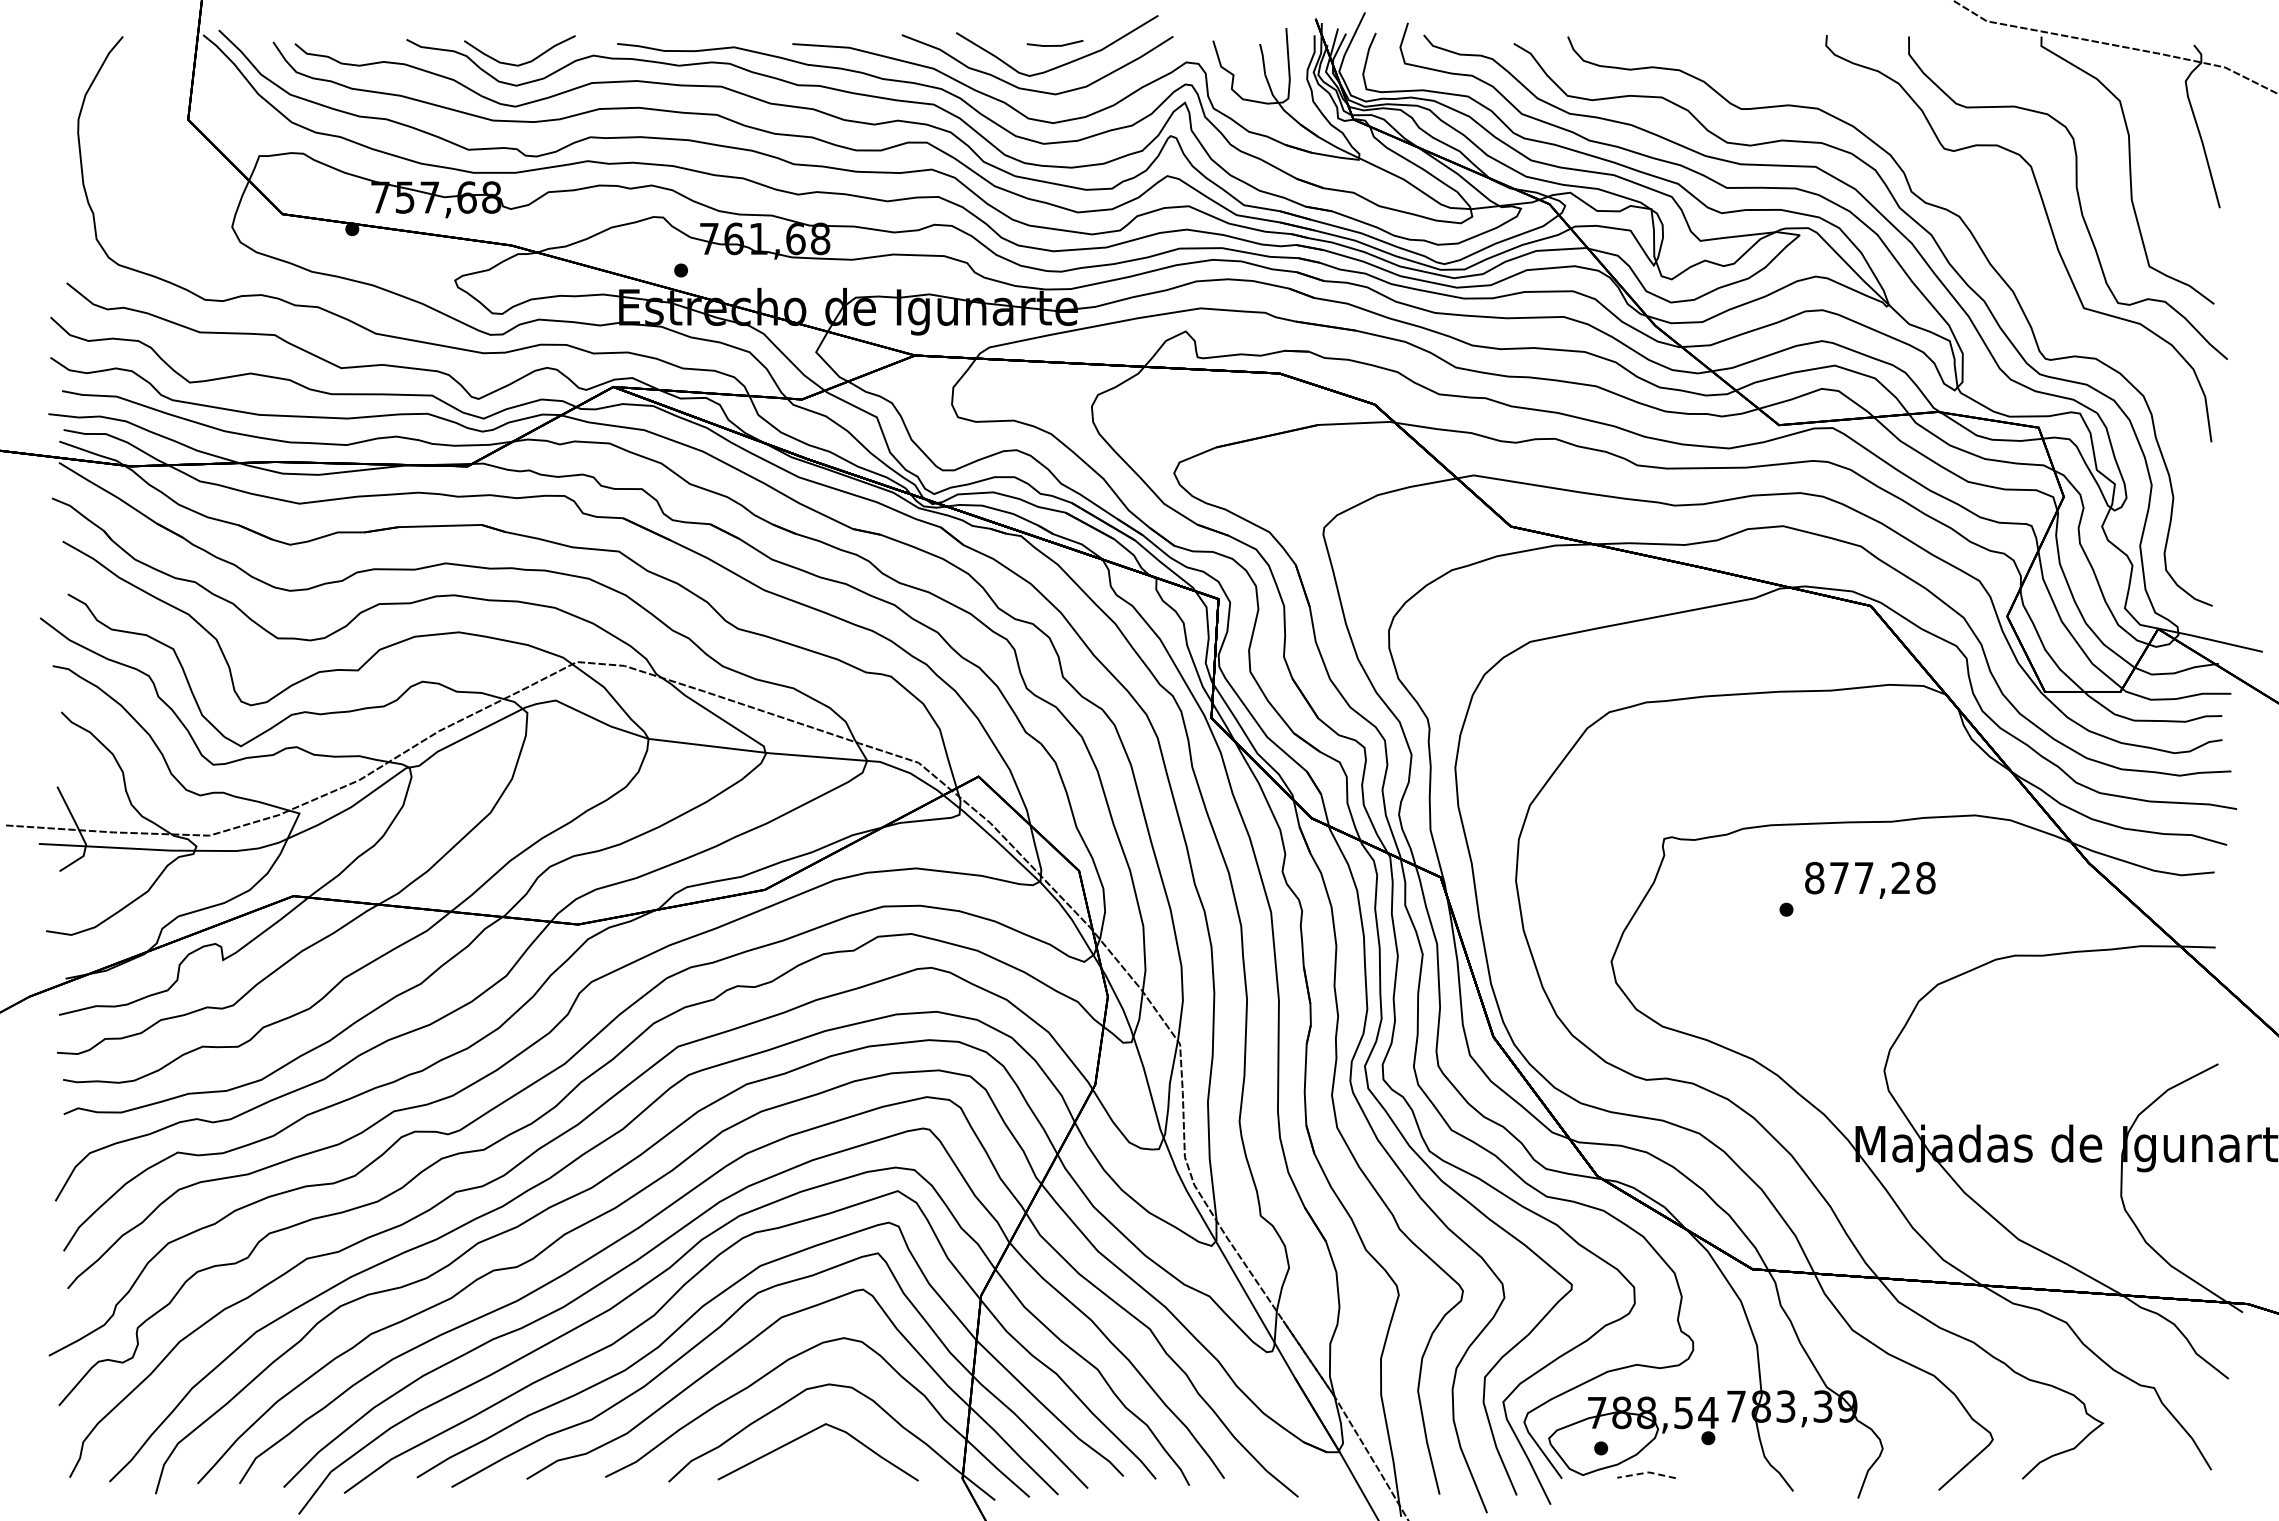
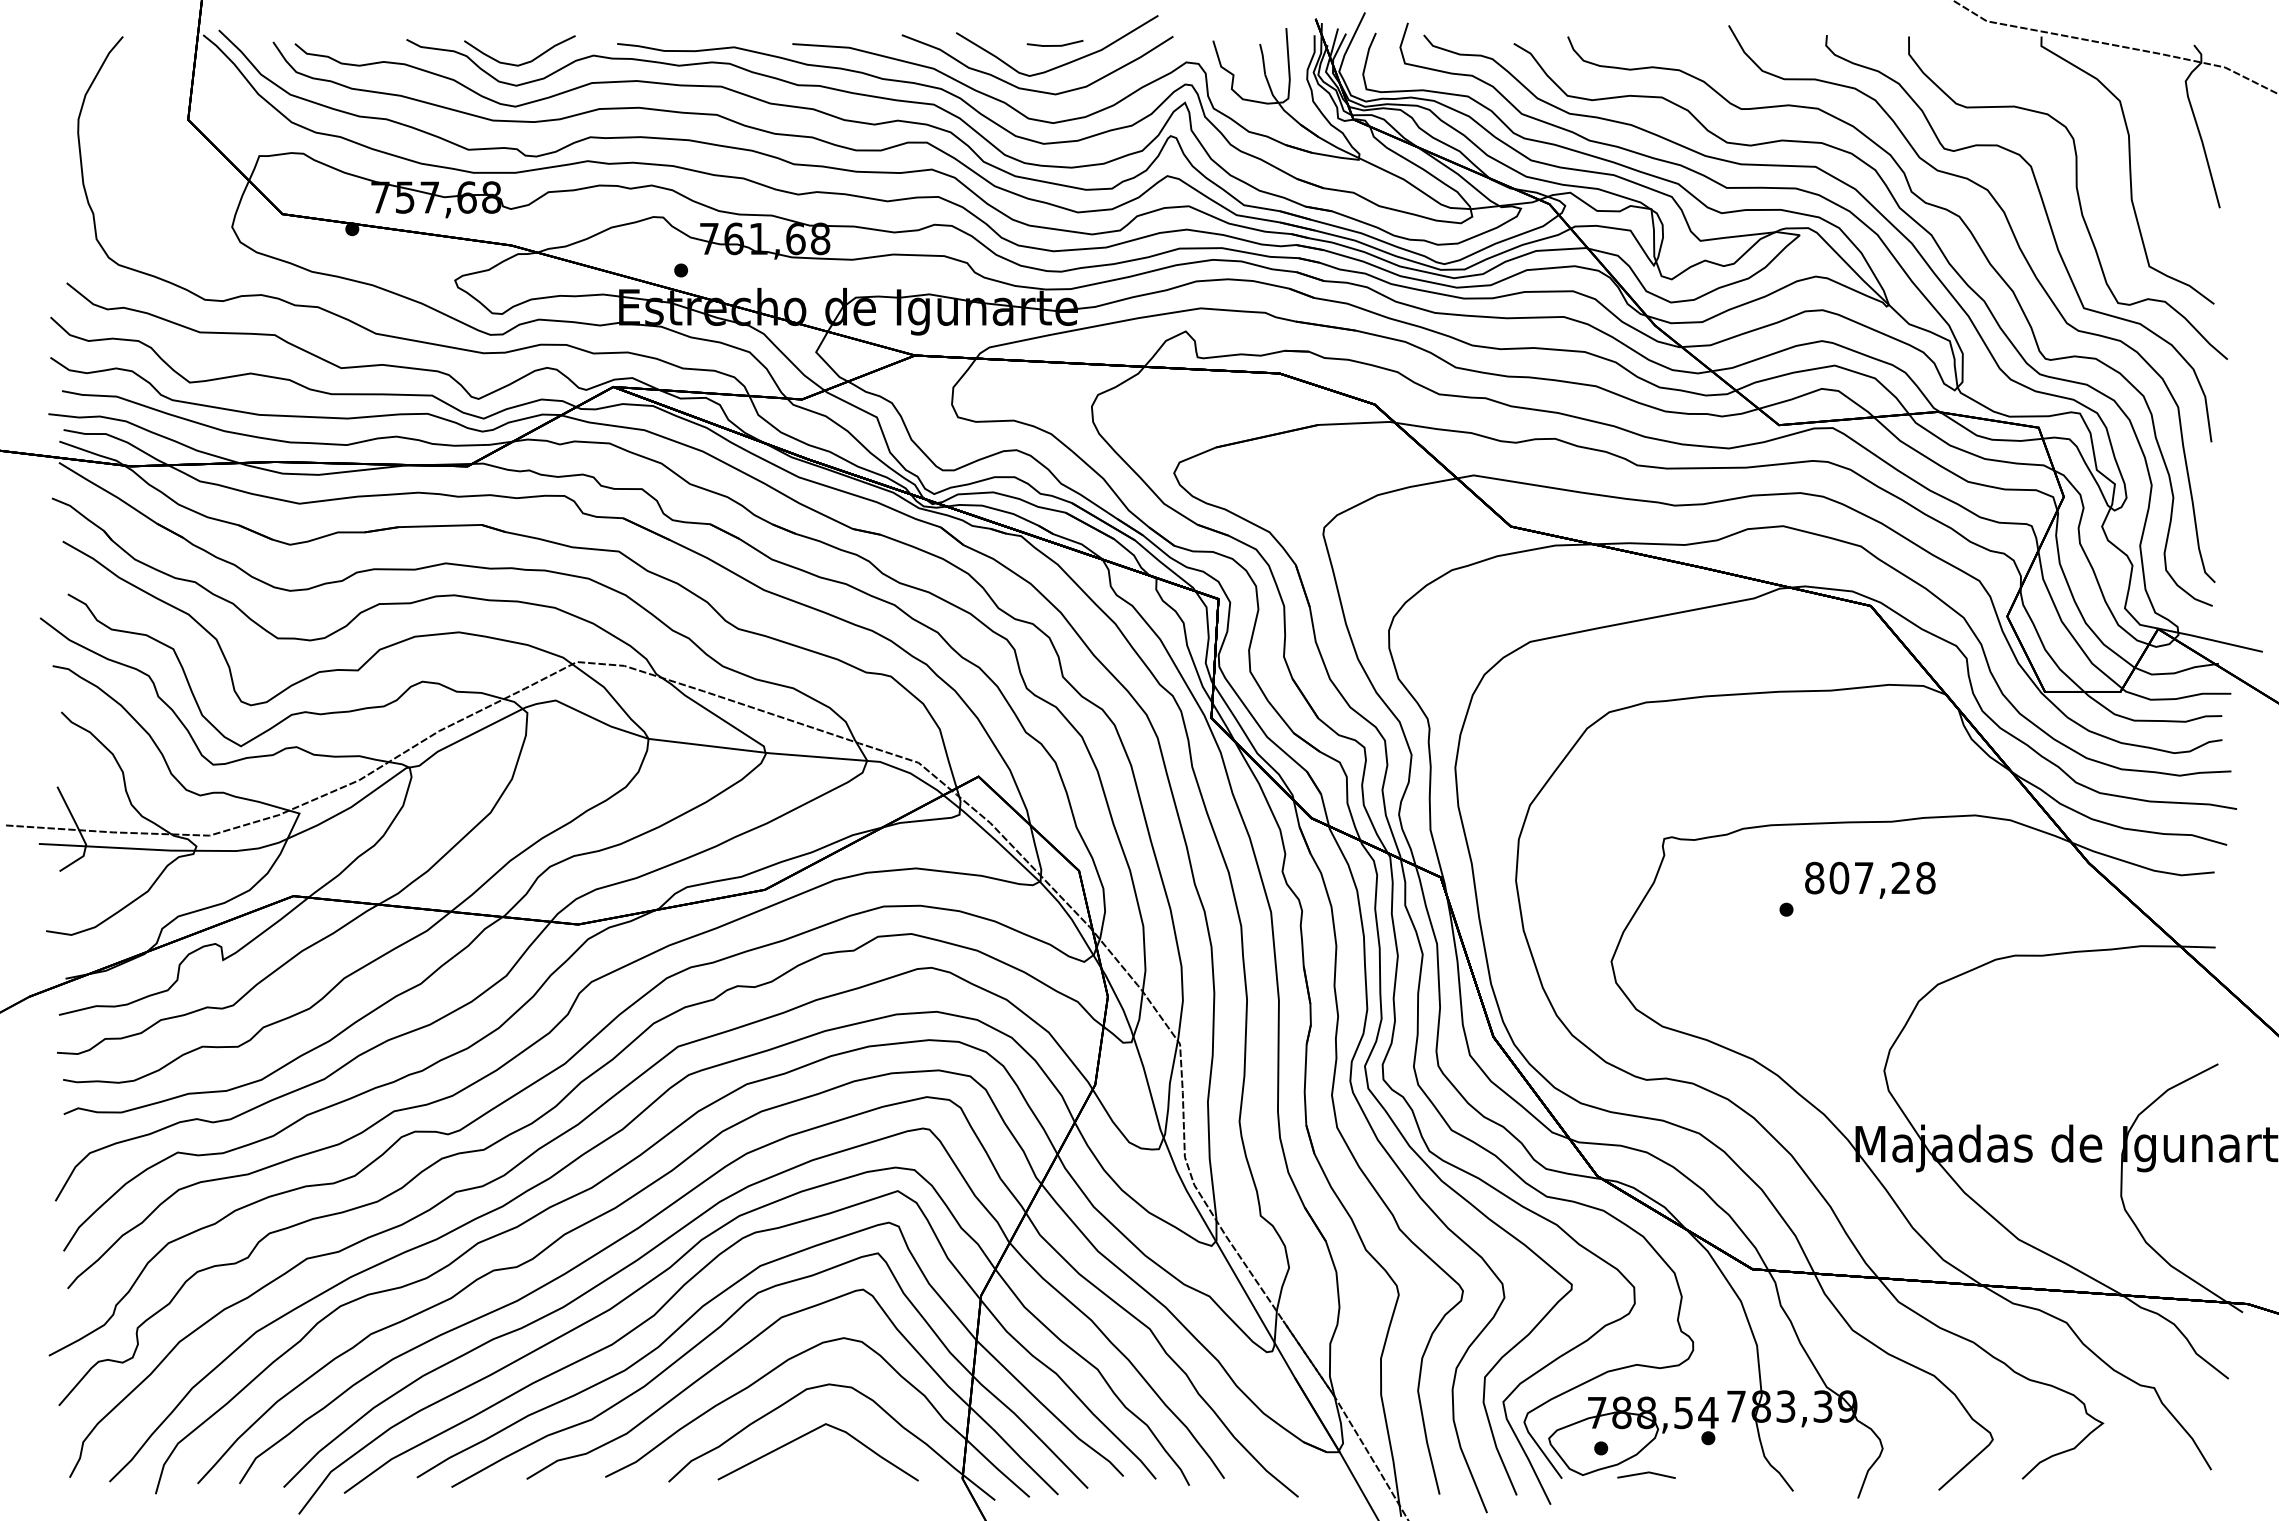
curve at (2032, 273): none -> present
text at (1839, 877): 877,28 -> 807,28
line at (1647, 1472): dashed -> solid
